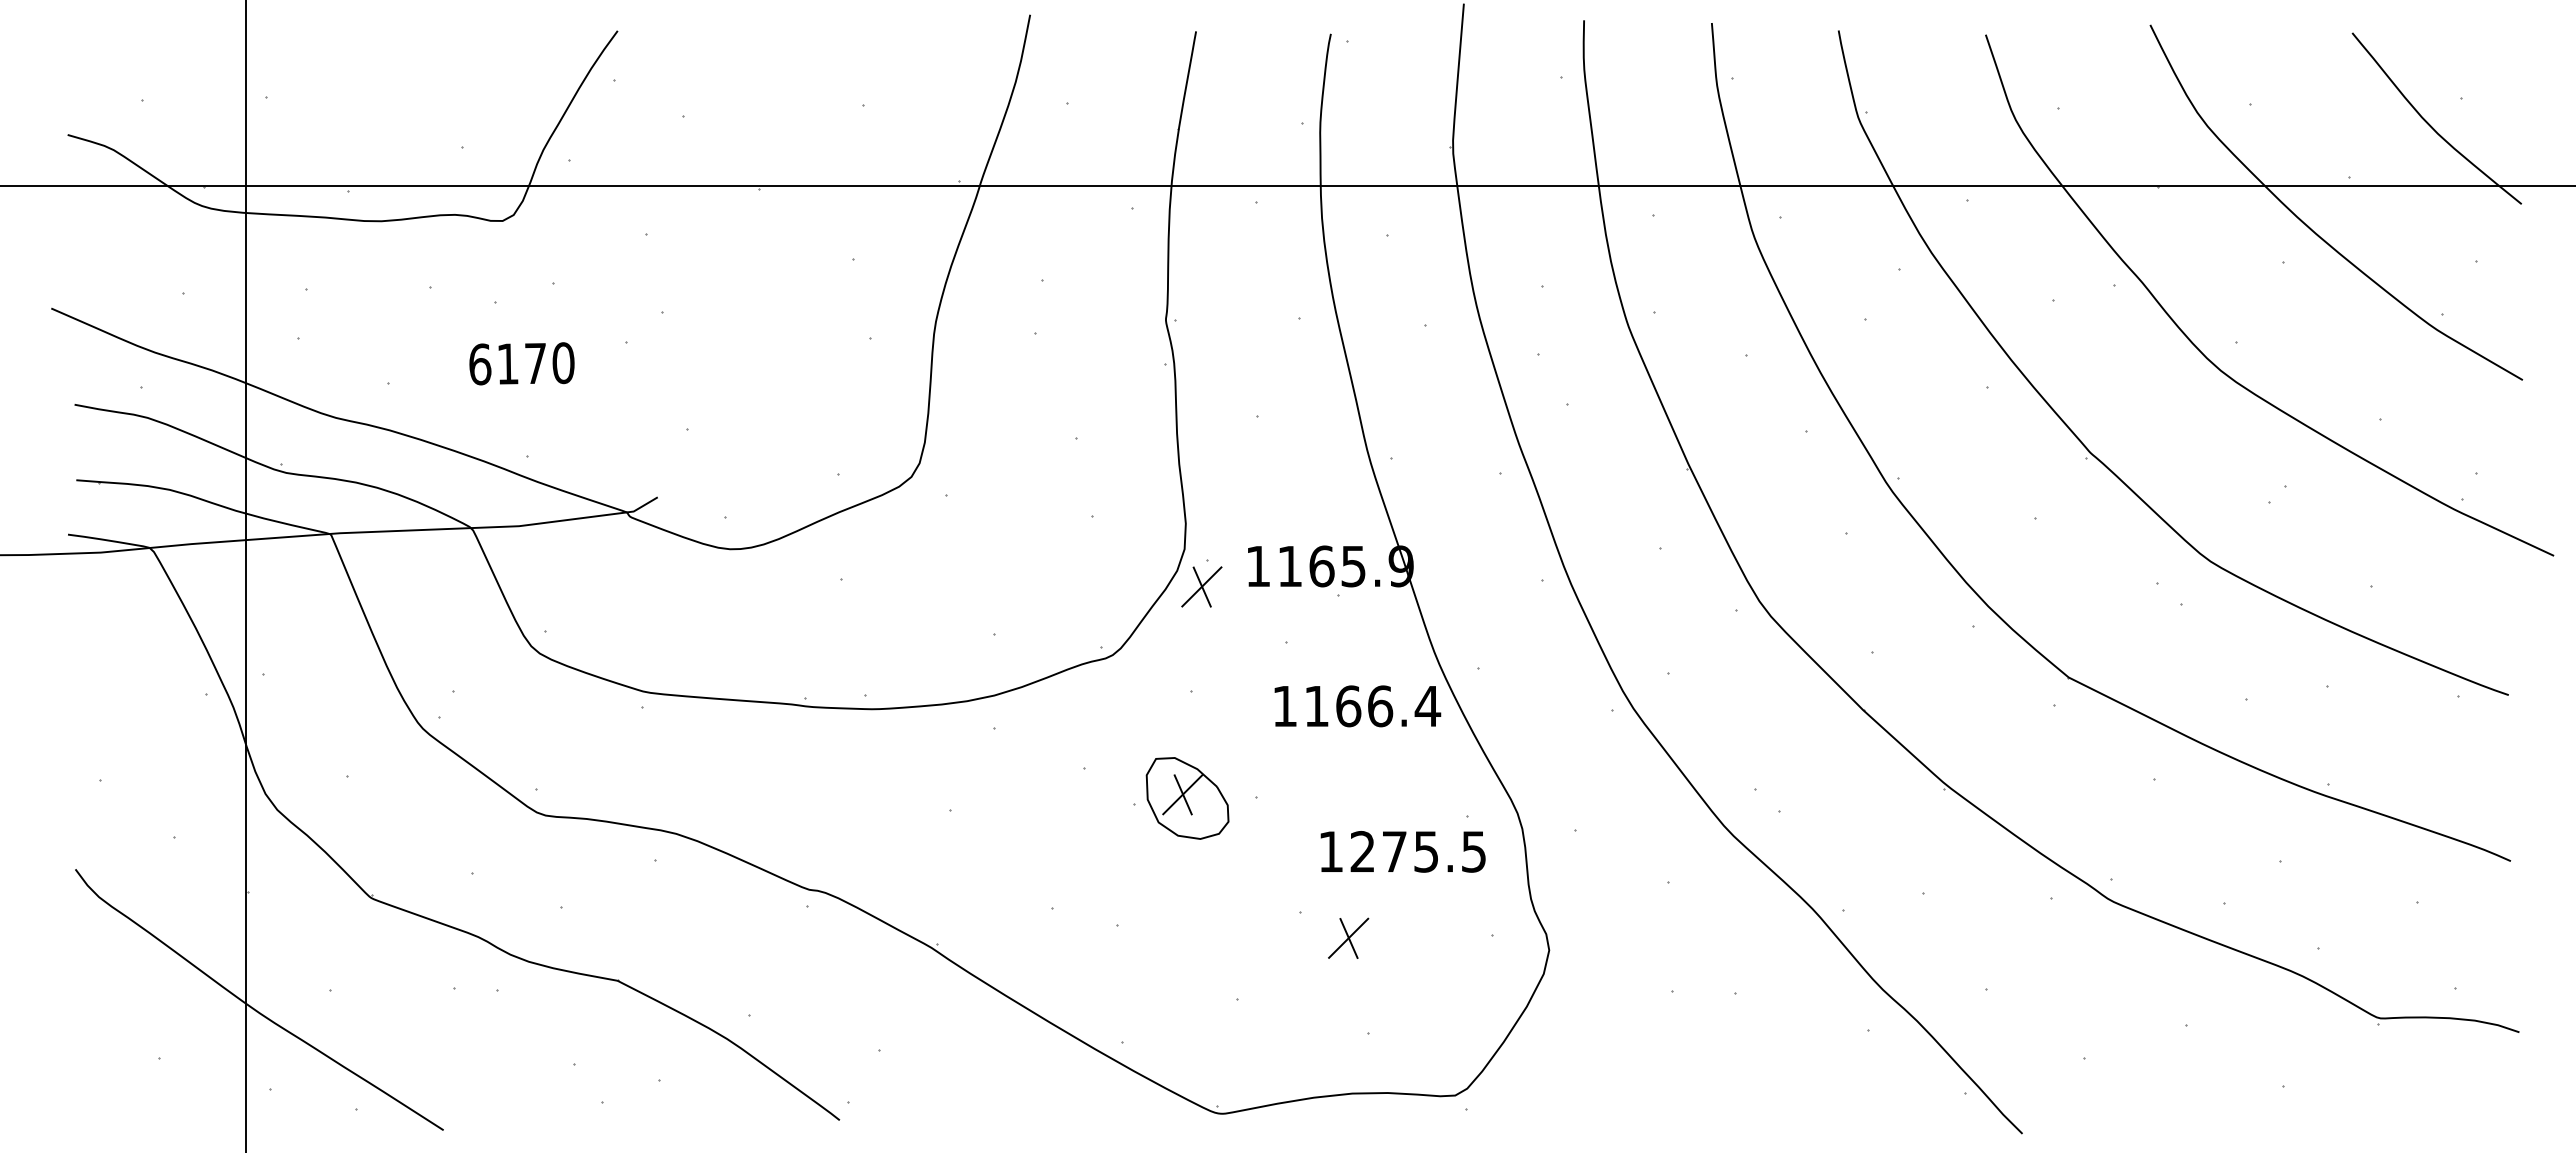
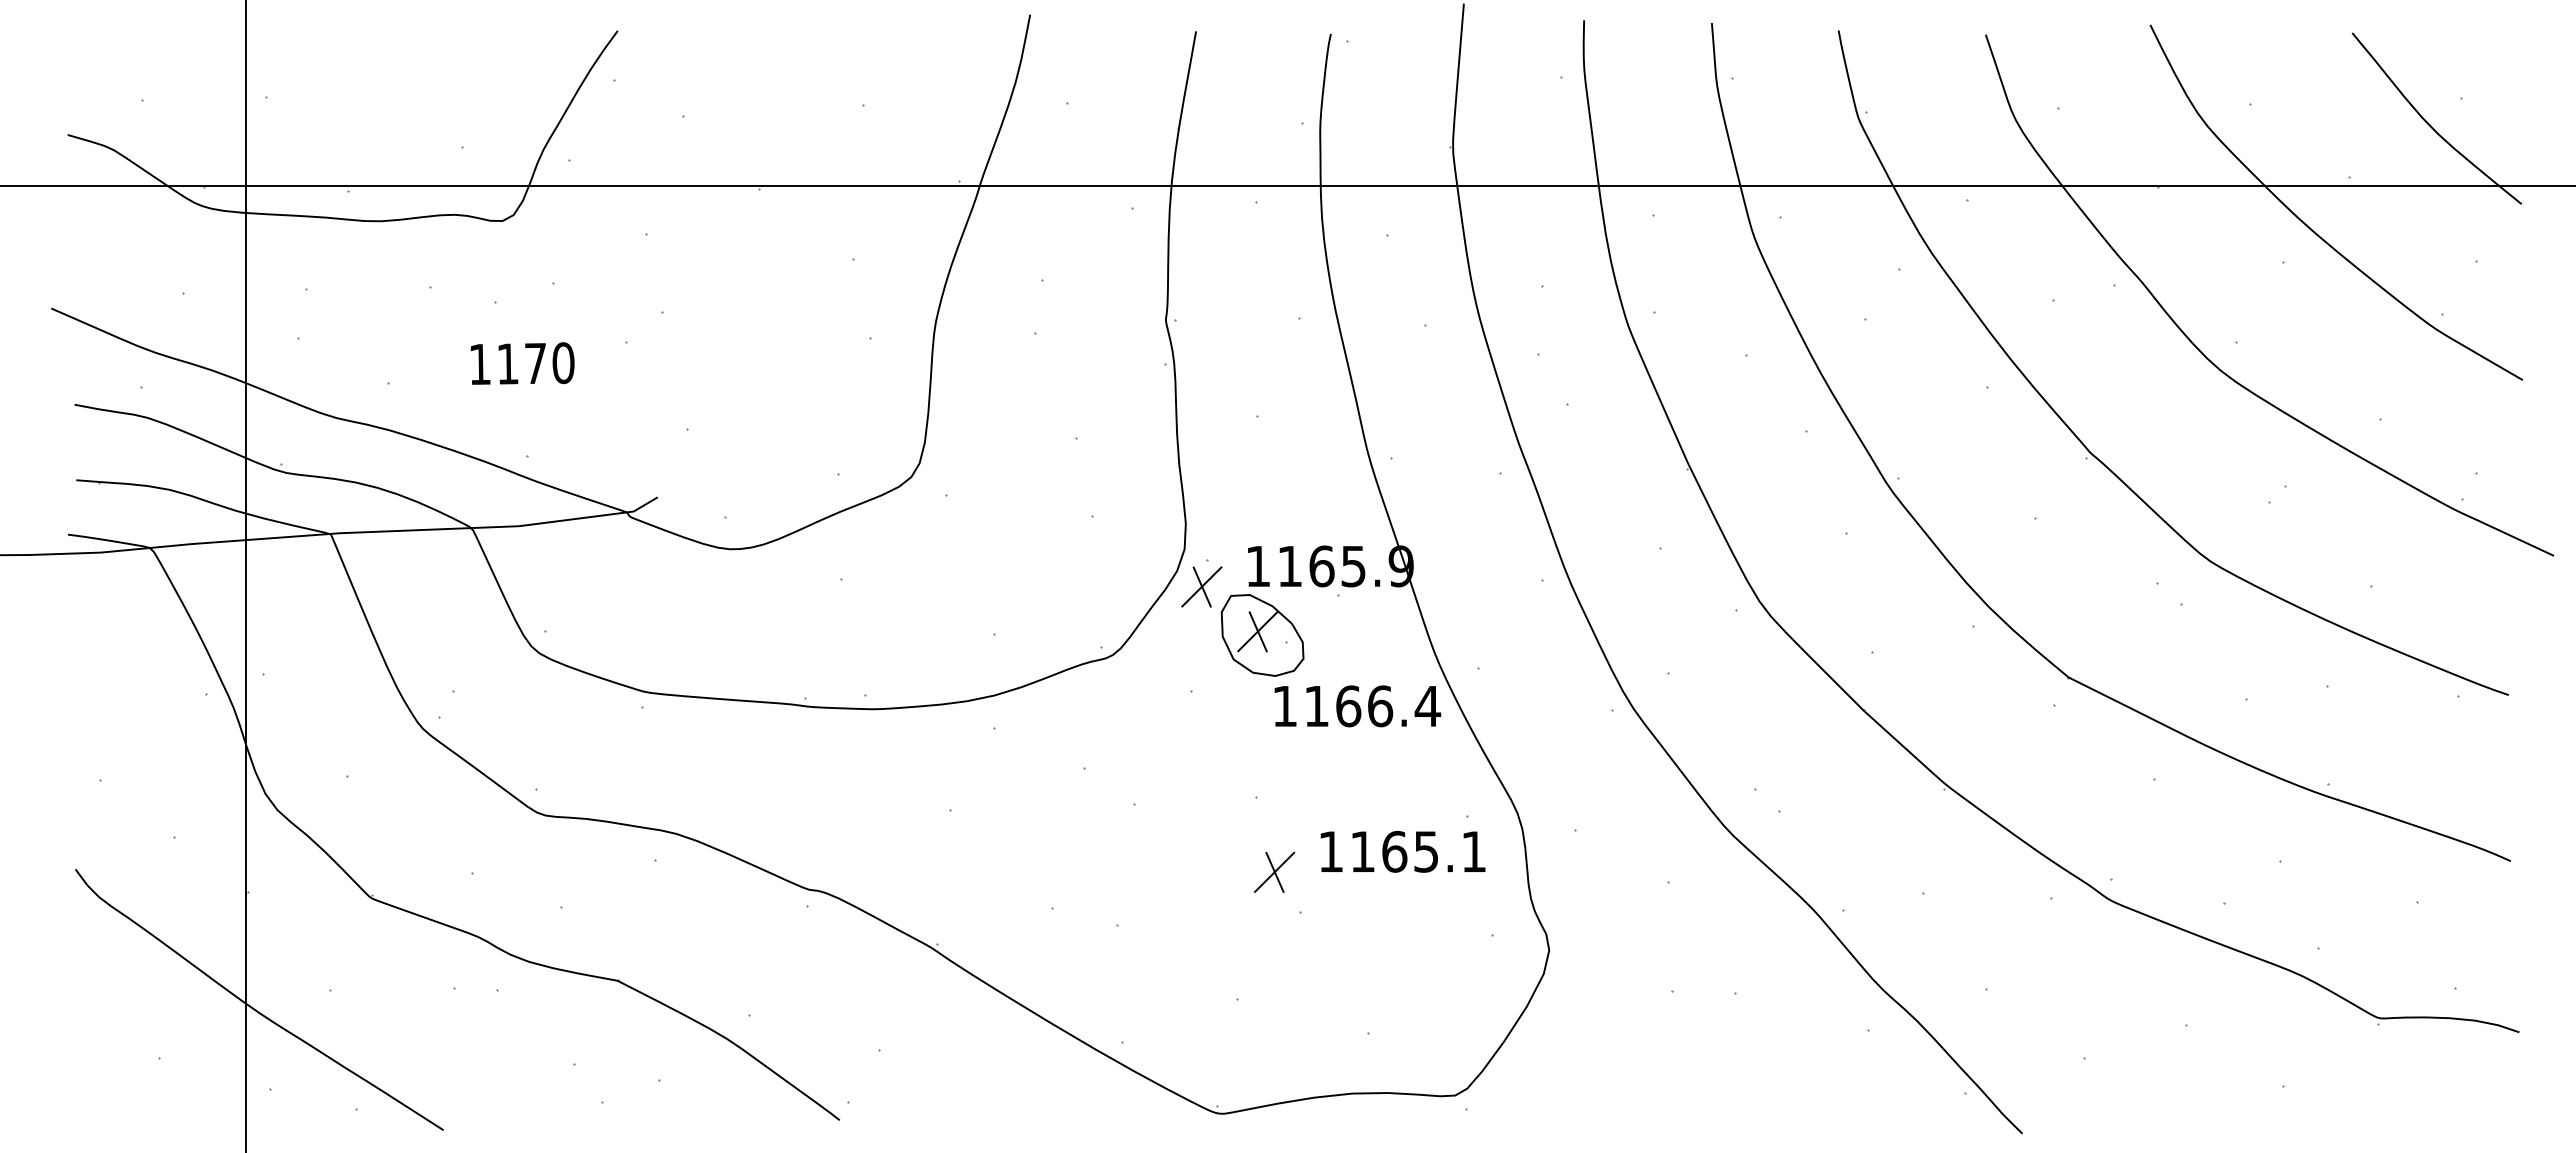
text at (480, 364): 6170 -> 1170
part at (1187, 798) position: (1187, 798) -> (1262, 635)
text at (1417, 851): 1275.5 -> 1165.1
part at (1348, 937) position: (1348, 937) -> (1274, 871)
